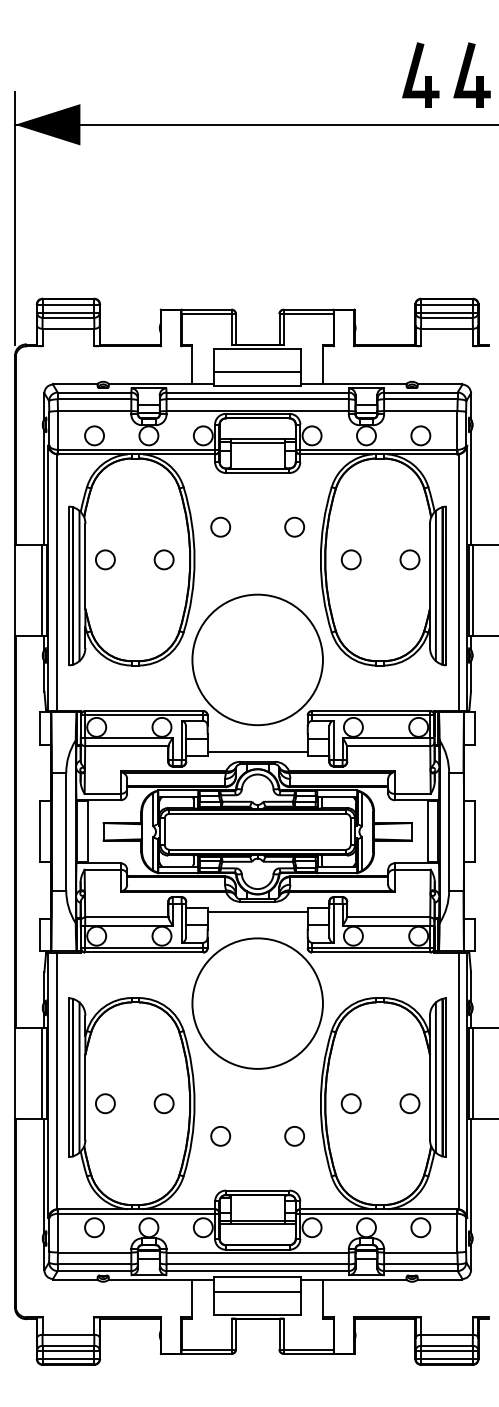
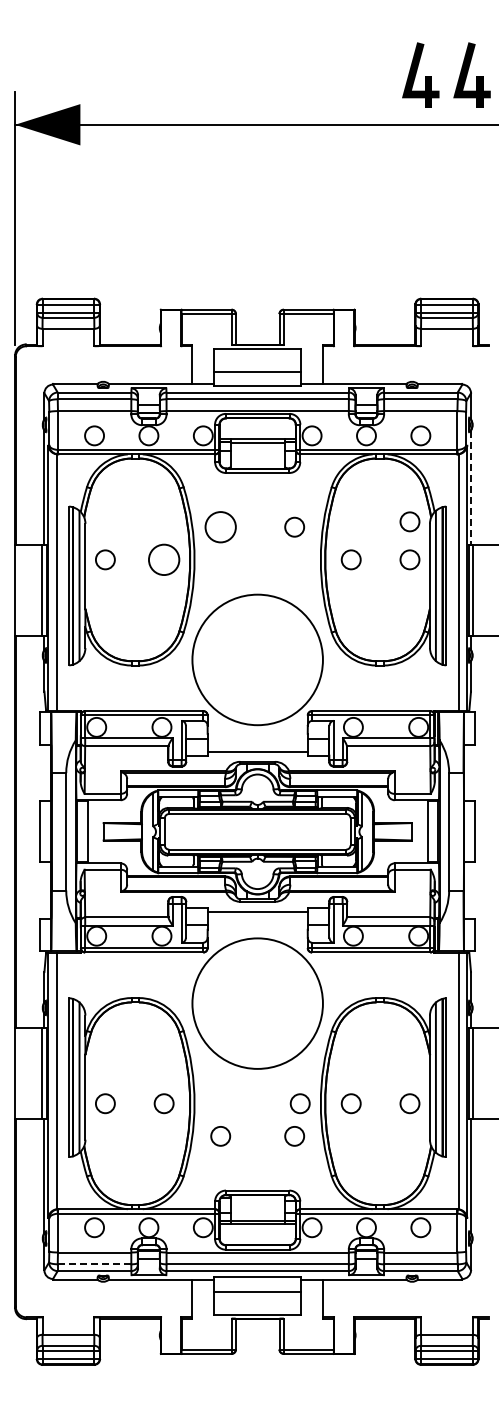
line at (471, 487): solid -> dashed
circle at (409, 521): none -> present
circle at (220, 526) diameter: 19 px -> 30 px
circle at (163, 559) diameter: 19 px -> 30 px
circle at (299, 1103): none -> present
line at (94, 1264): solid -> dashed
